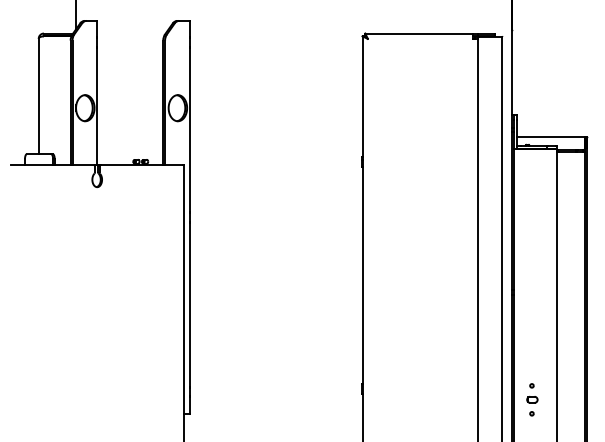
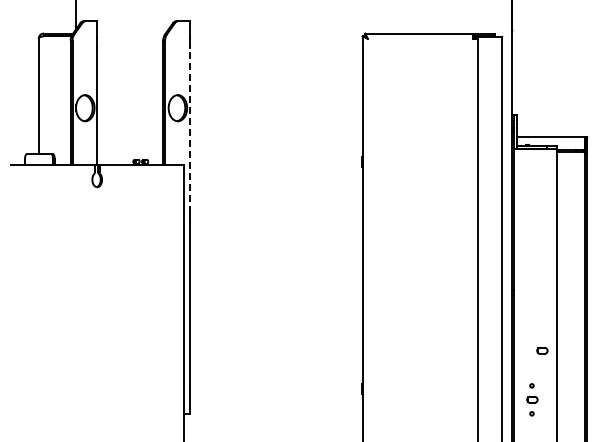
line at (189, 130): solid -> dashed
part at (542, 350): none -> present
